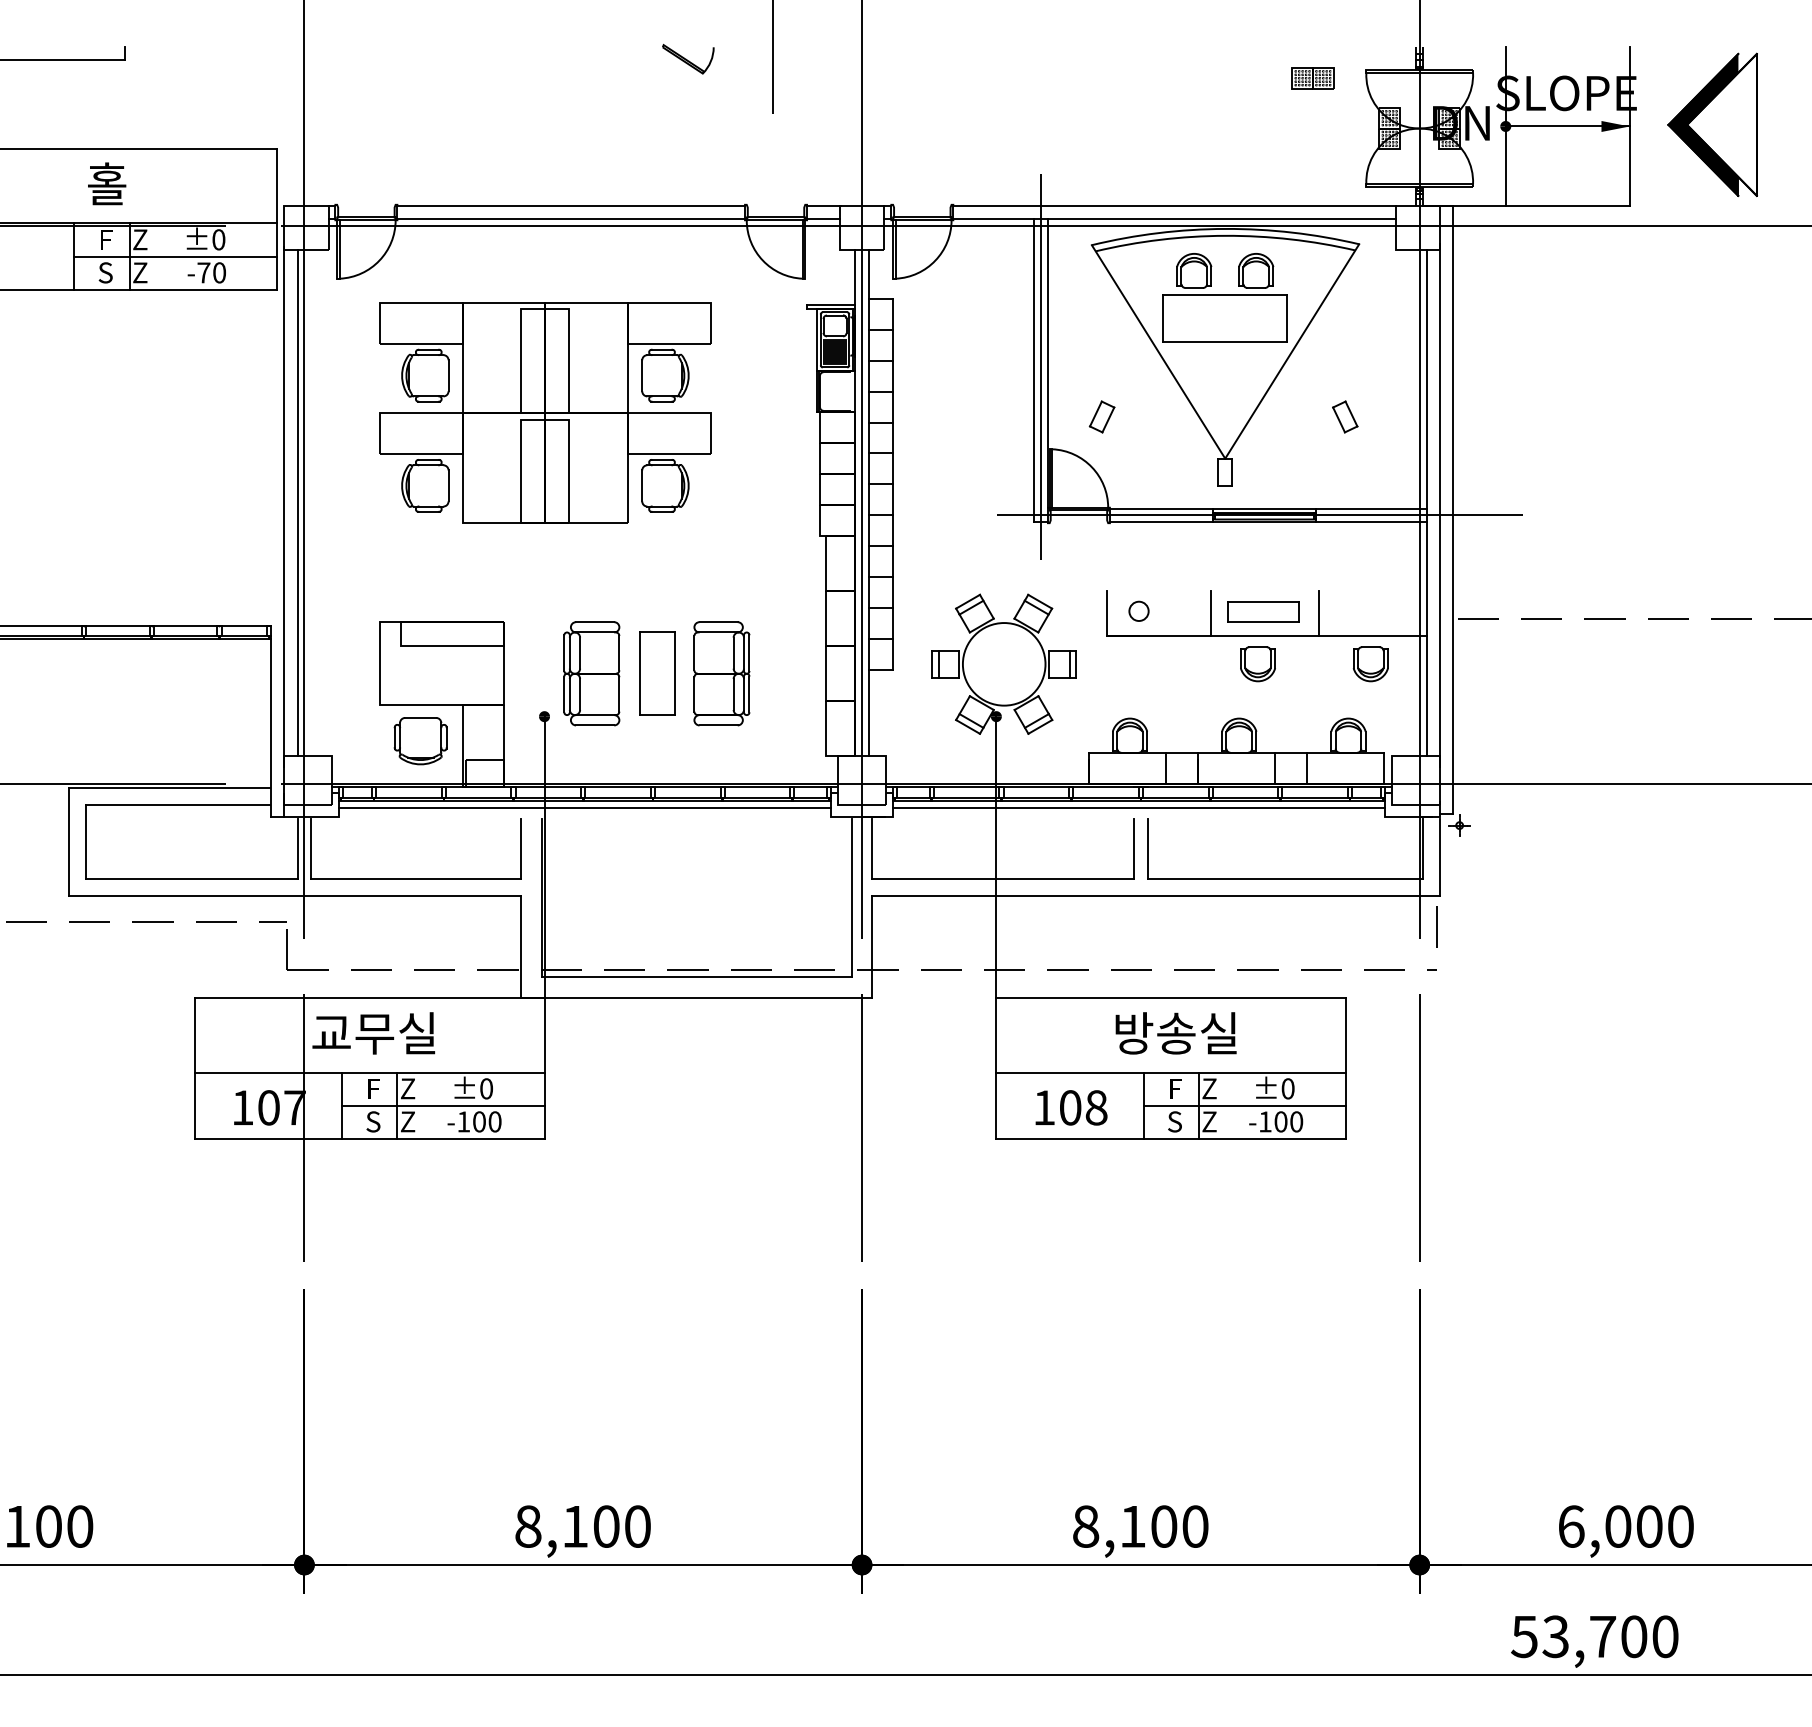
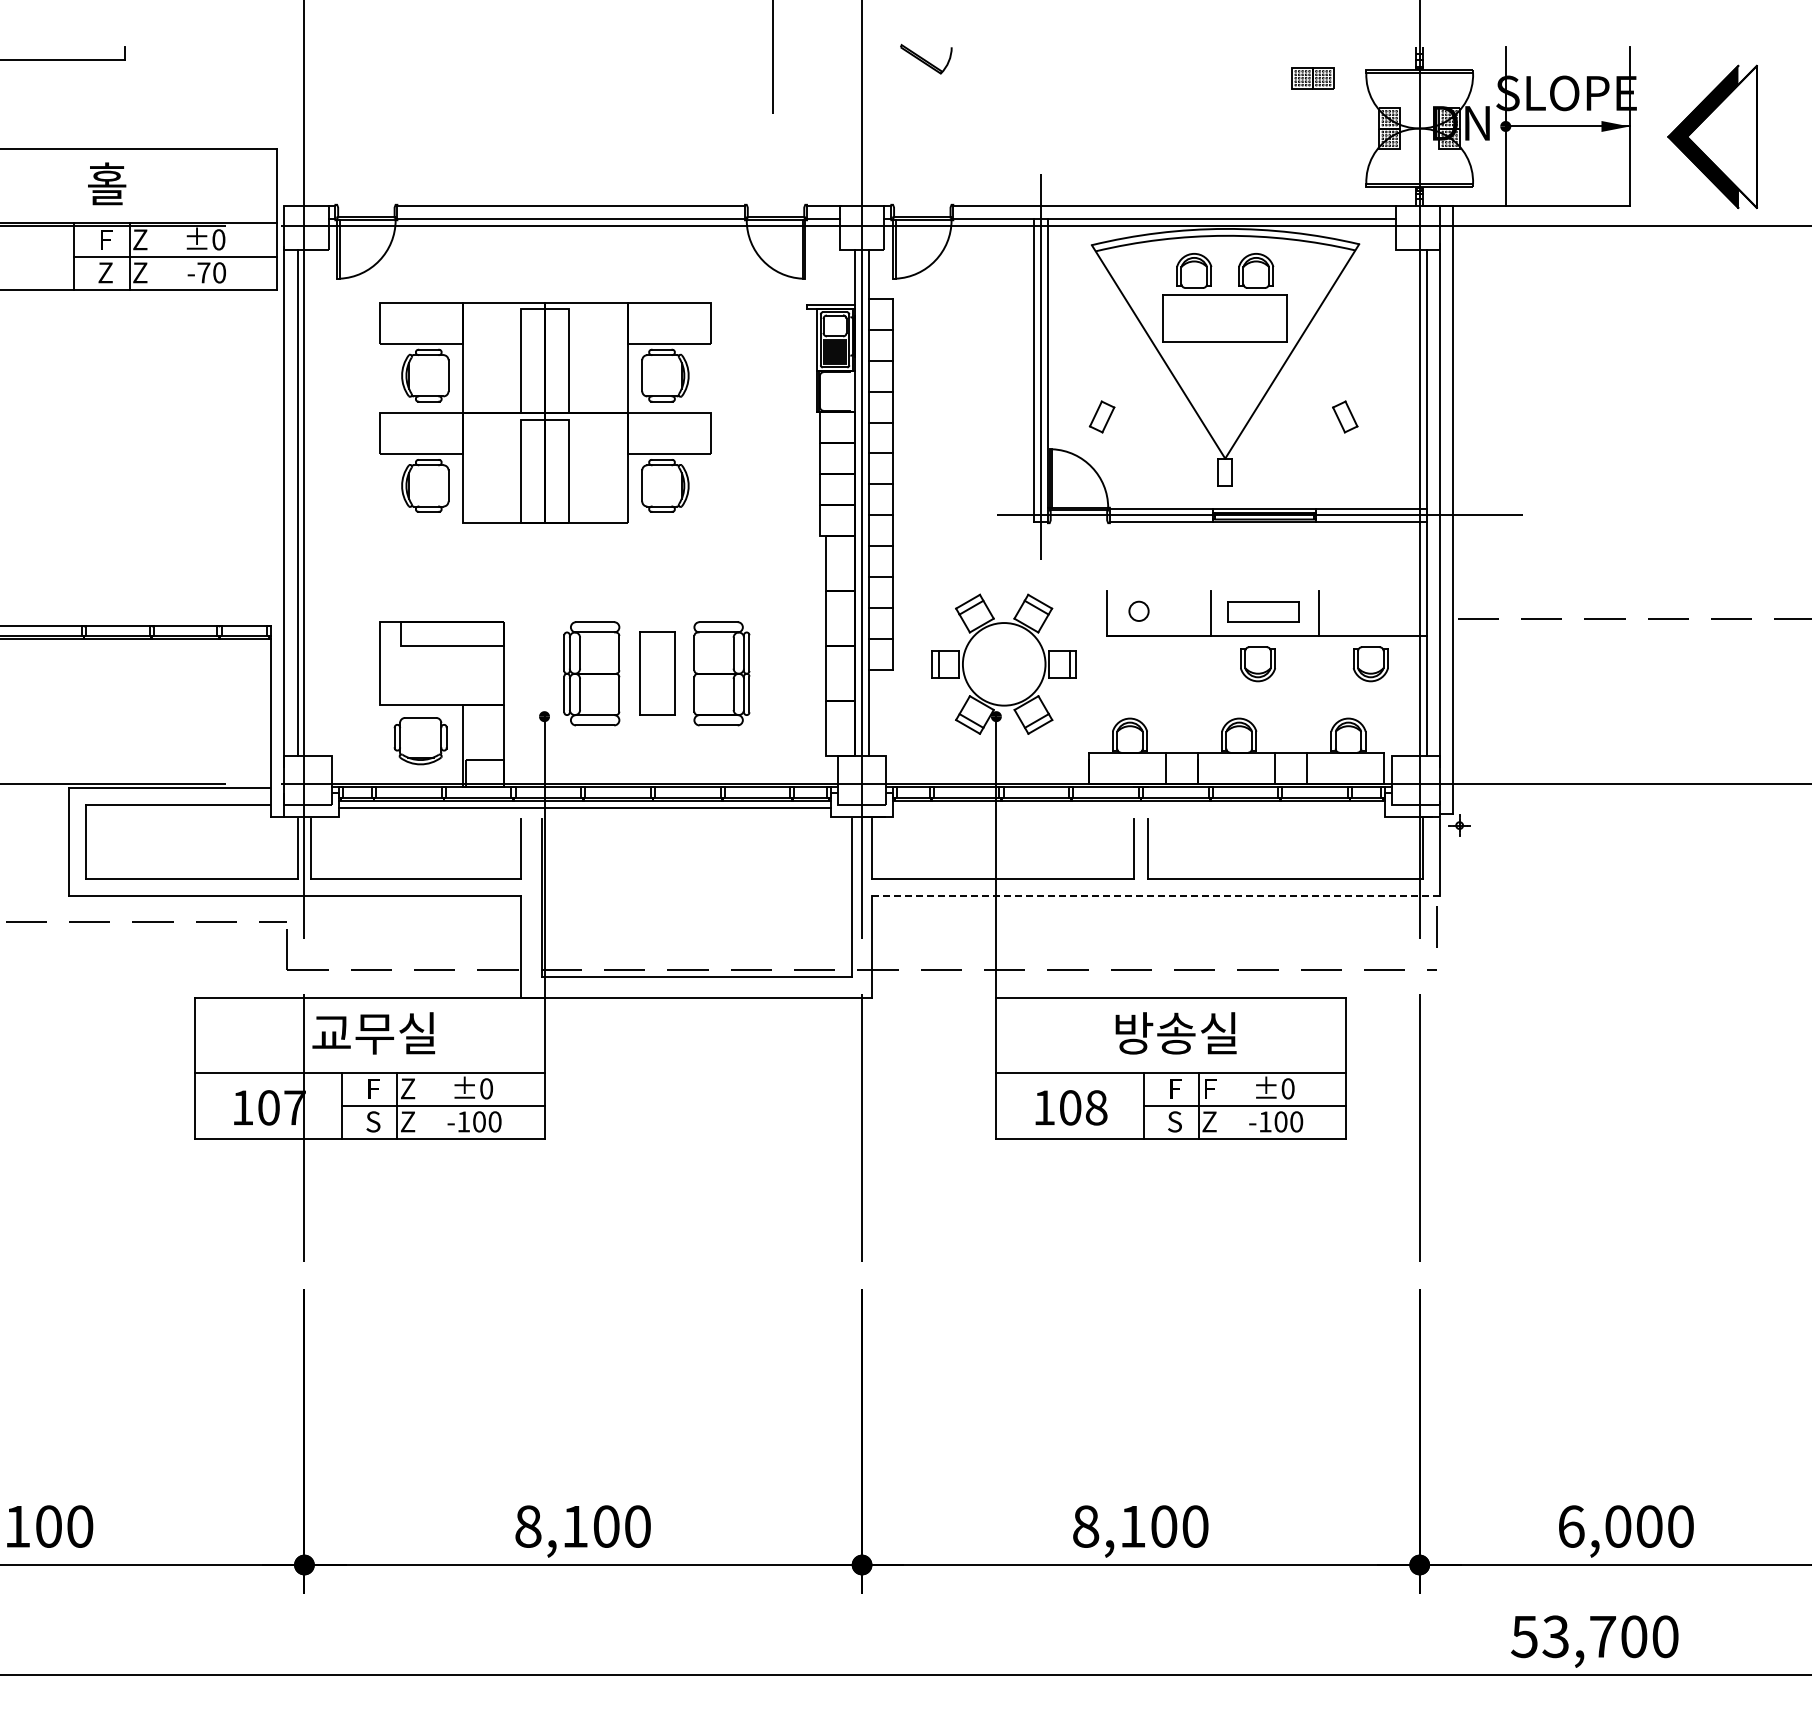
part at (688, 58) position: (688, 58) -> (926, 58)
part at (1712, 124) position: (1712, 124) -> (1712, 136)
text at (105, 272): S -> Z
line at (1139, 808): present -> none
line at (1156, 896): solid -> dashed
text at (1209, 1088): Z -> F
